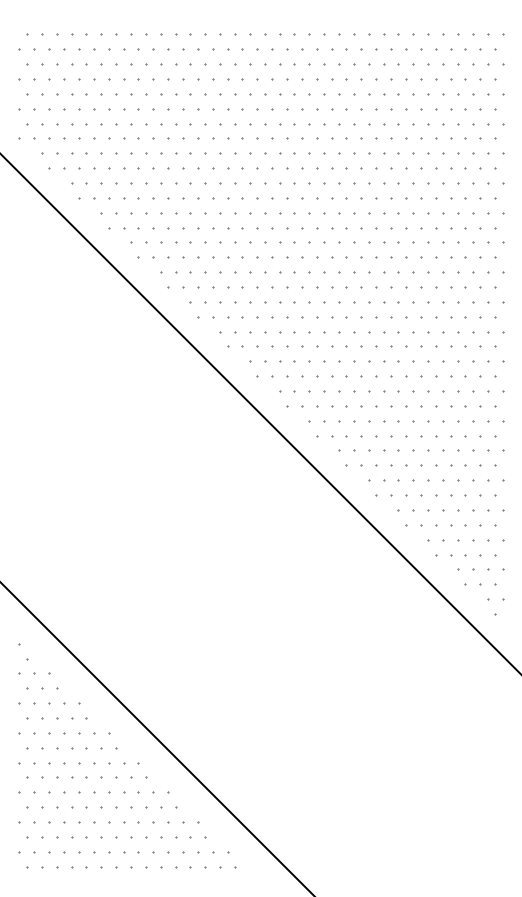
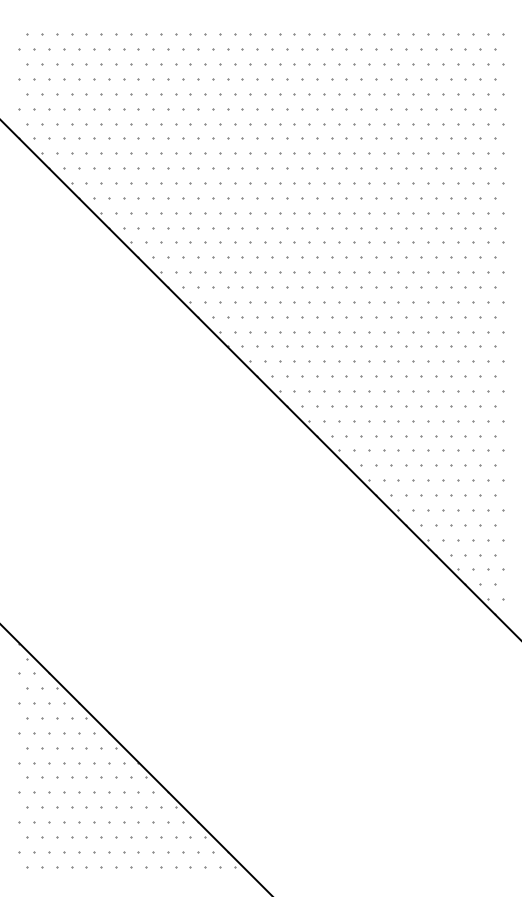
line at (260, 413) position: (260, 413) -> (260, 379)
line at (156, 738) position: (156, 738) -> (136, 759)
